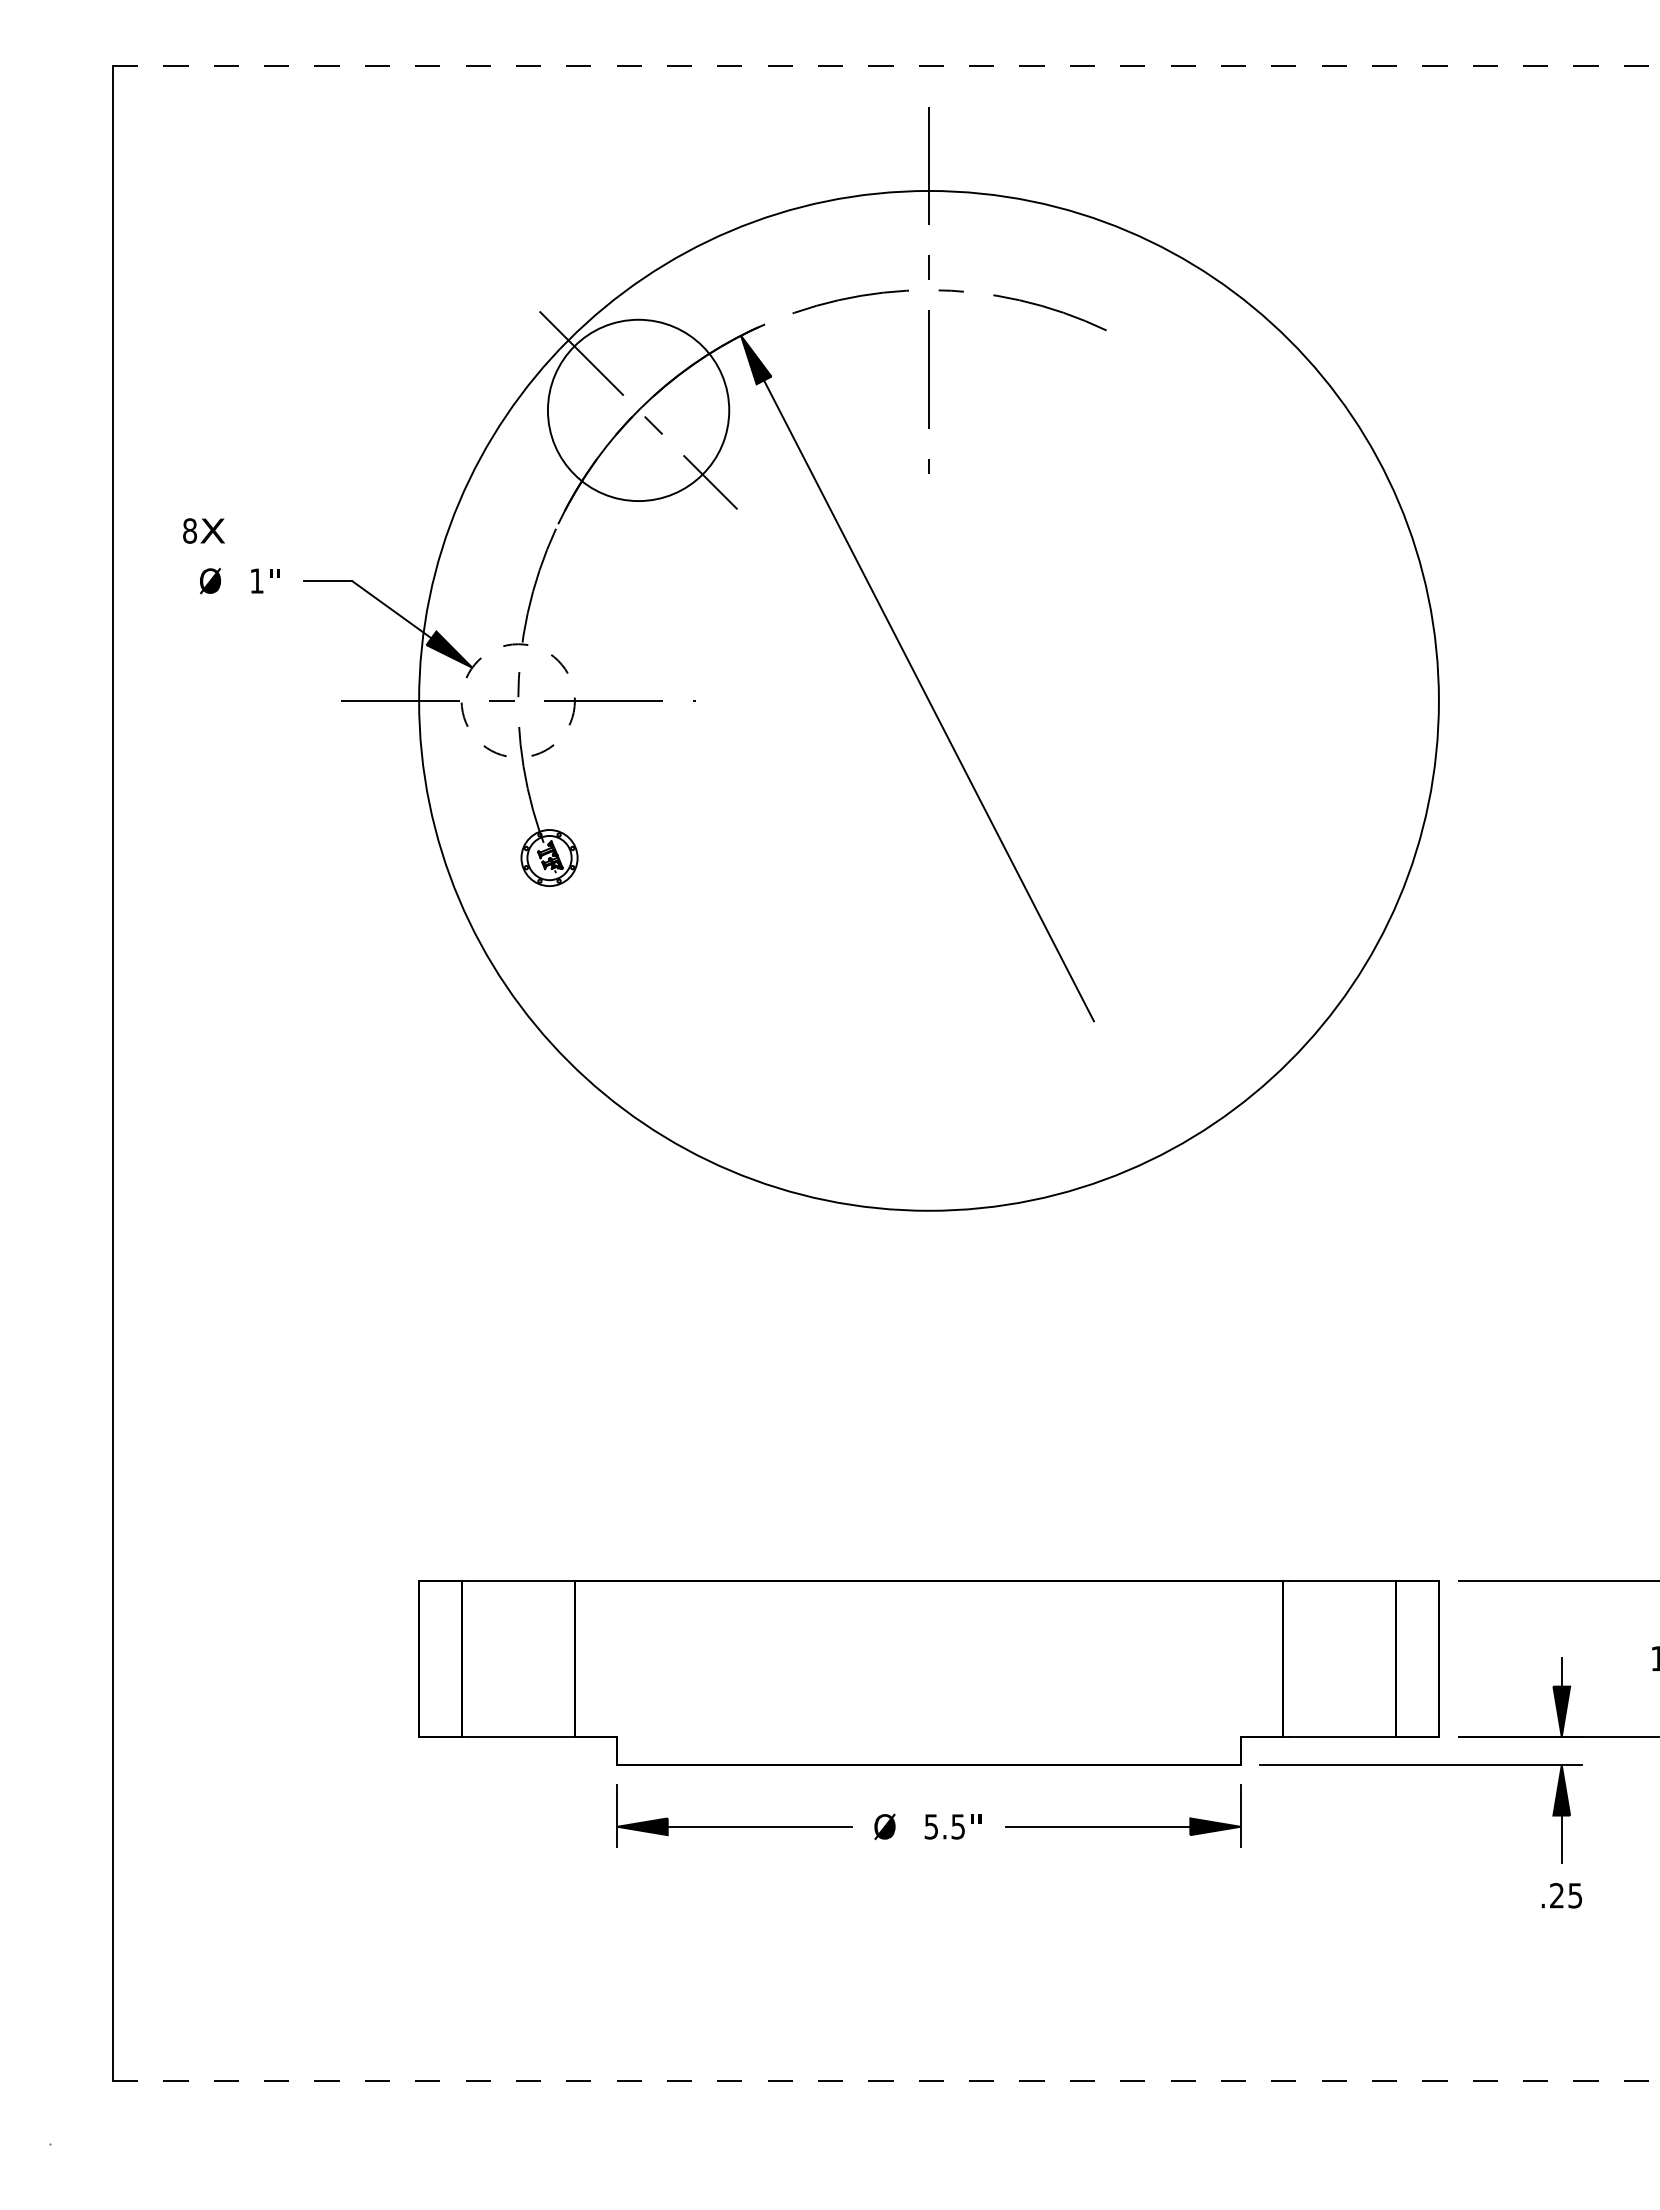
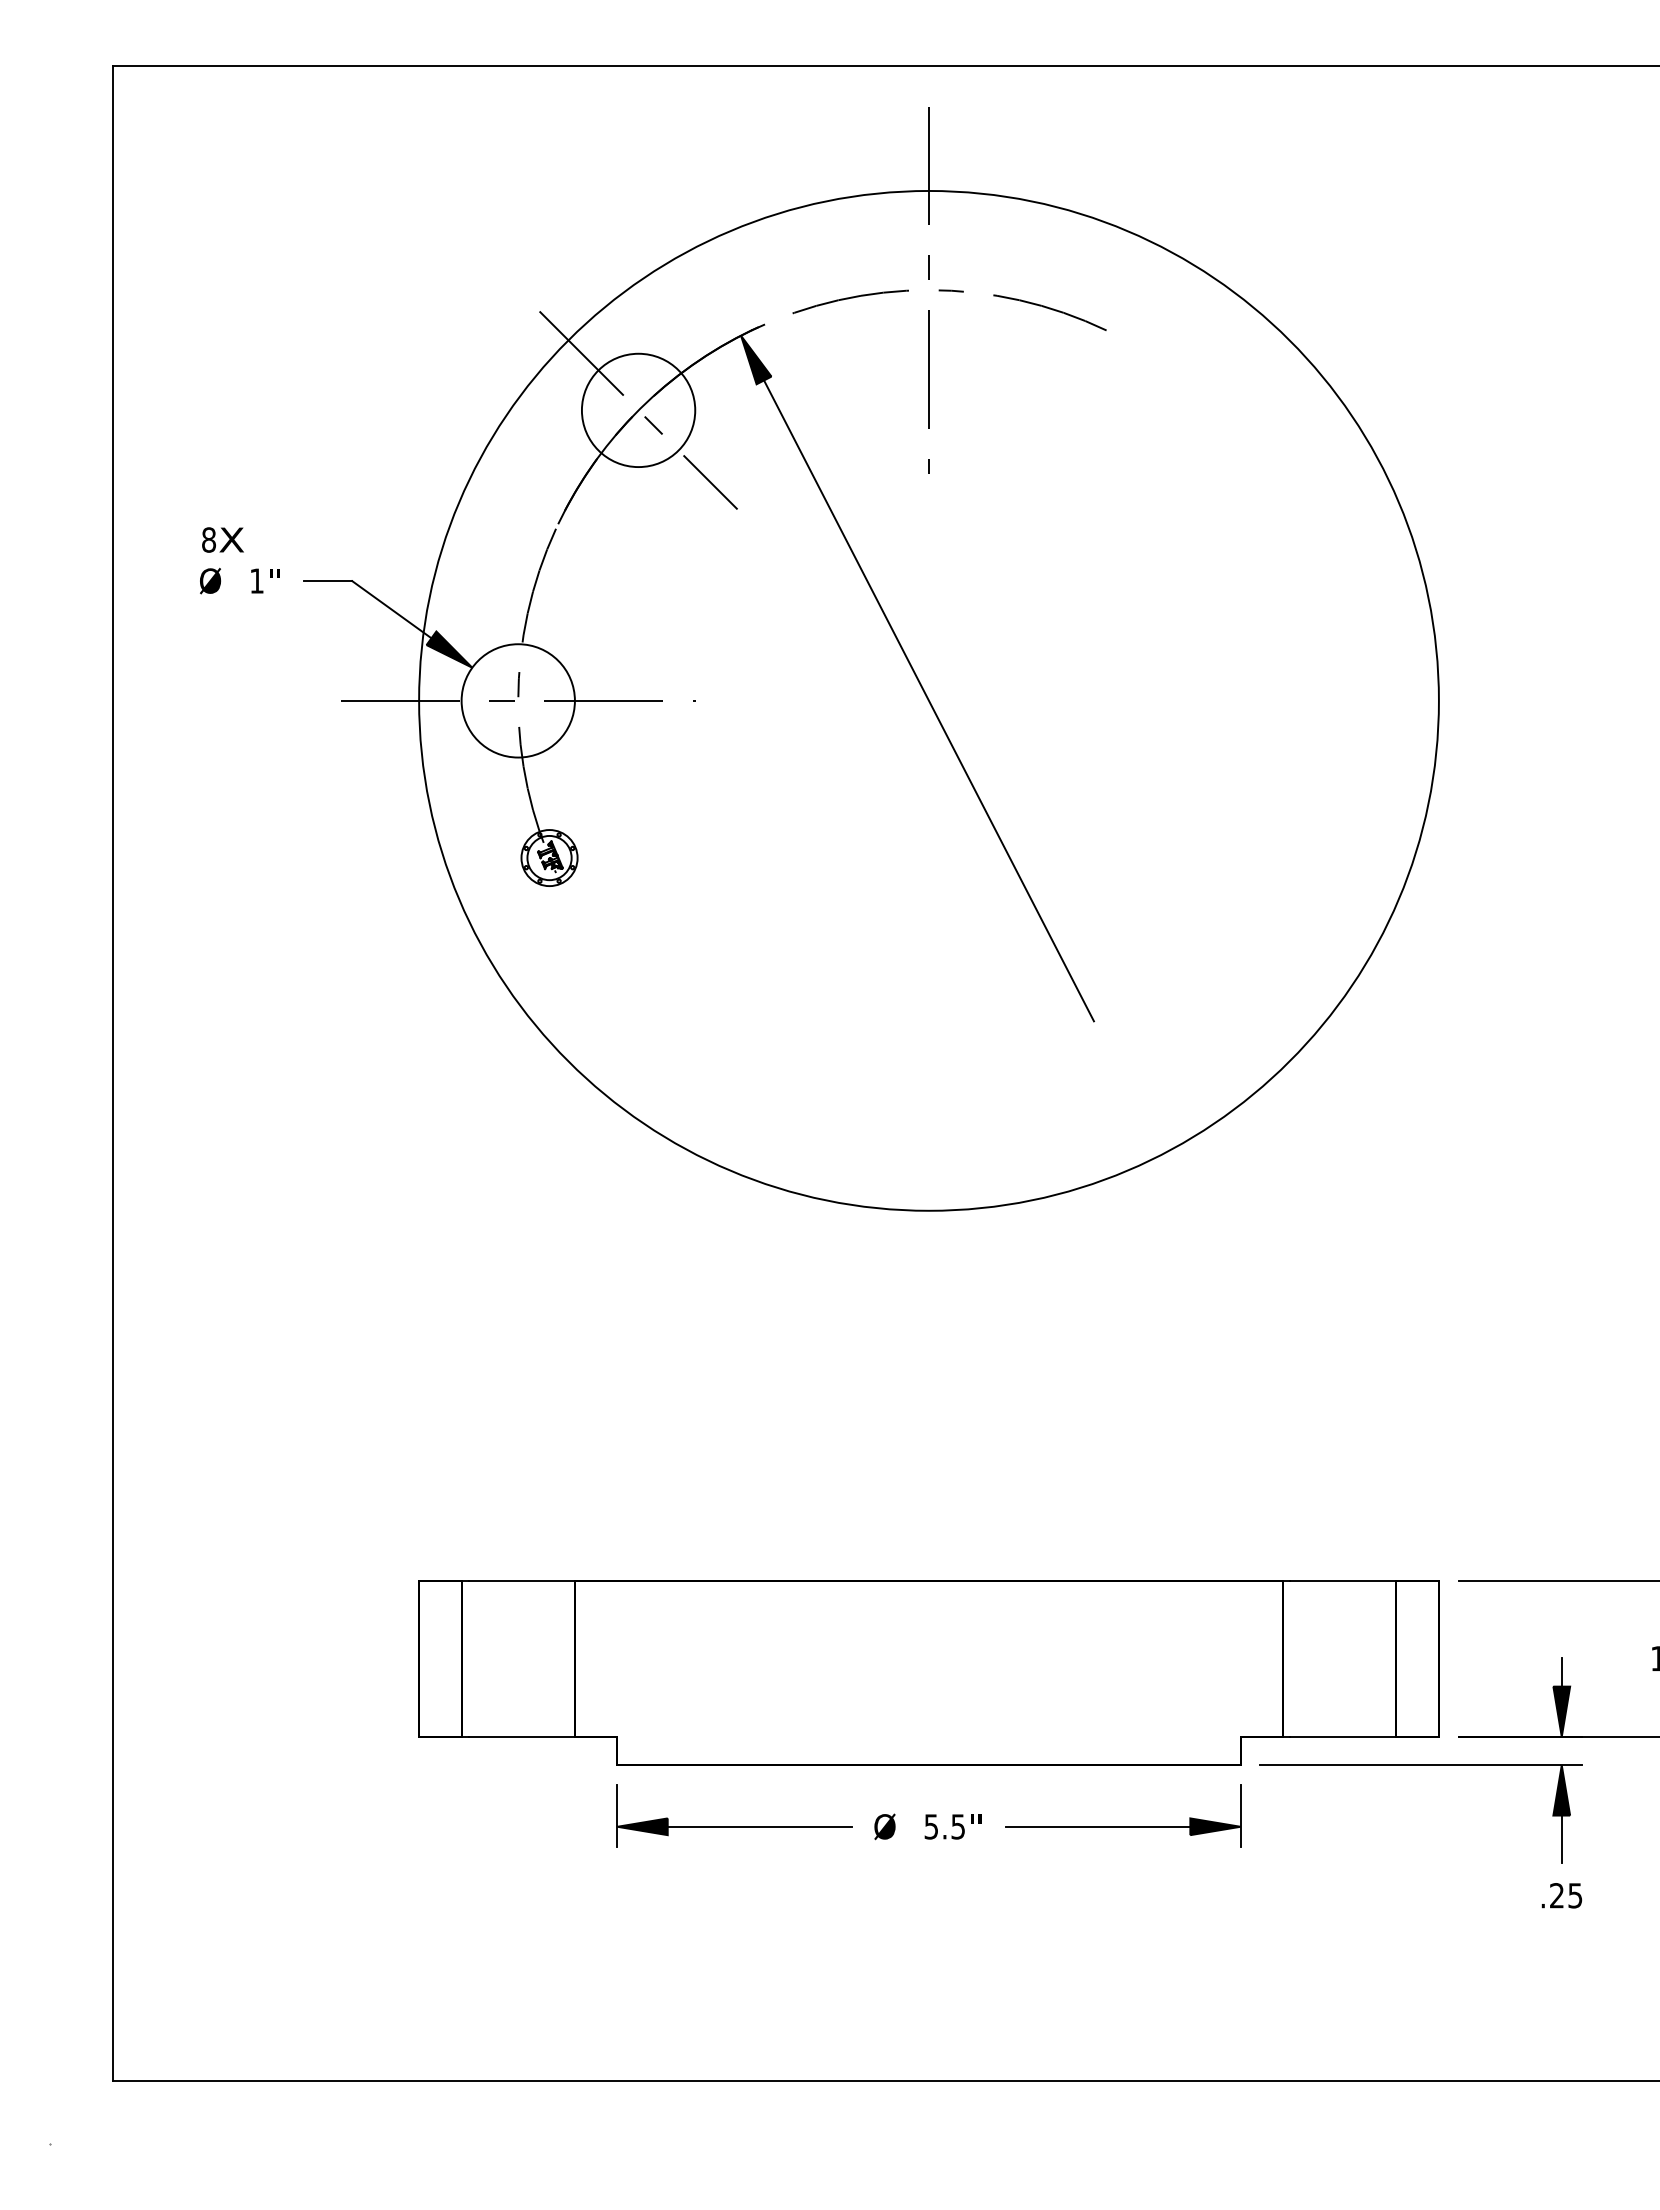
line at (886, 66): dashed -> solid
circle at (638, 410) diameter: 181 px -> 113 px
text at (203, 530) position: (203, 530) -> (222, 539)
circle at (517, 700): dashed -> solid
line at (886, 2080): dashed -> solid
